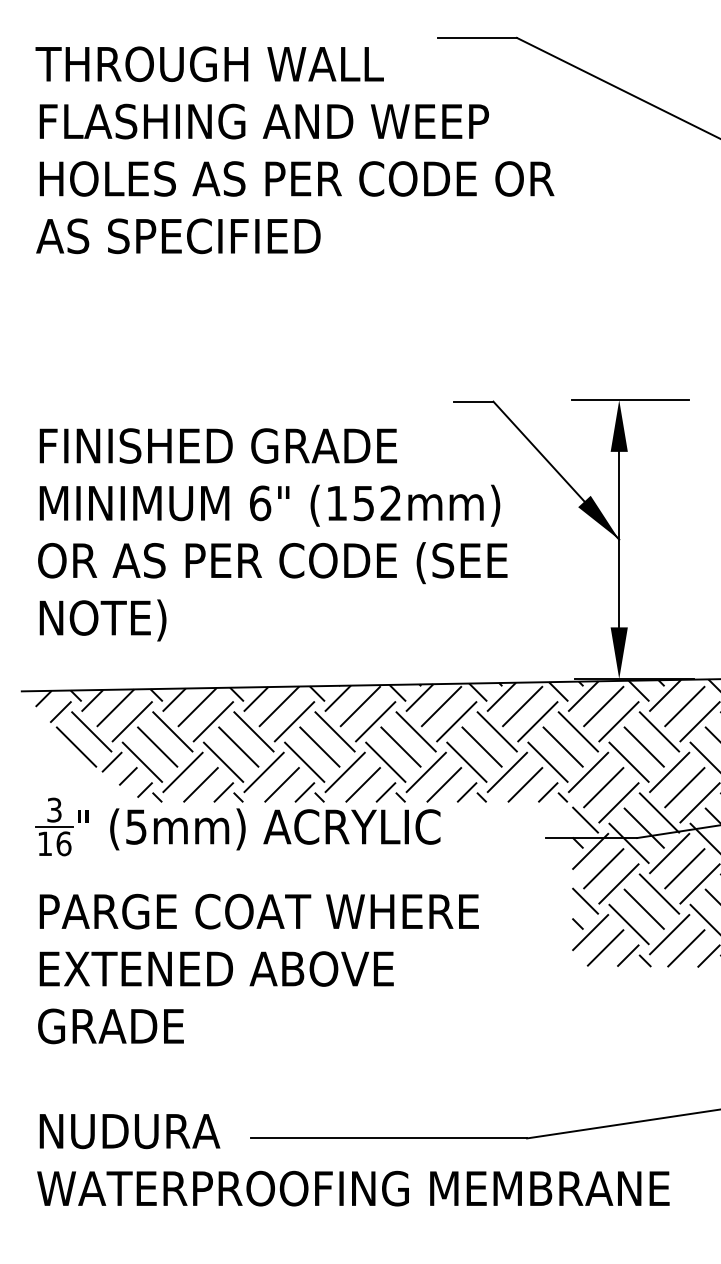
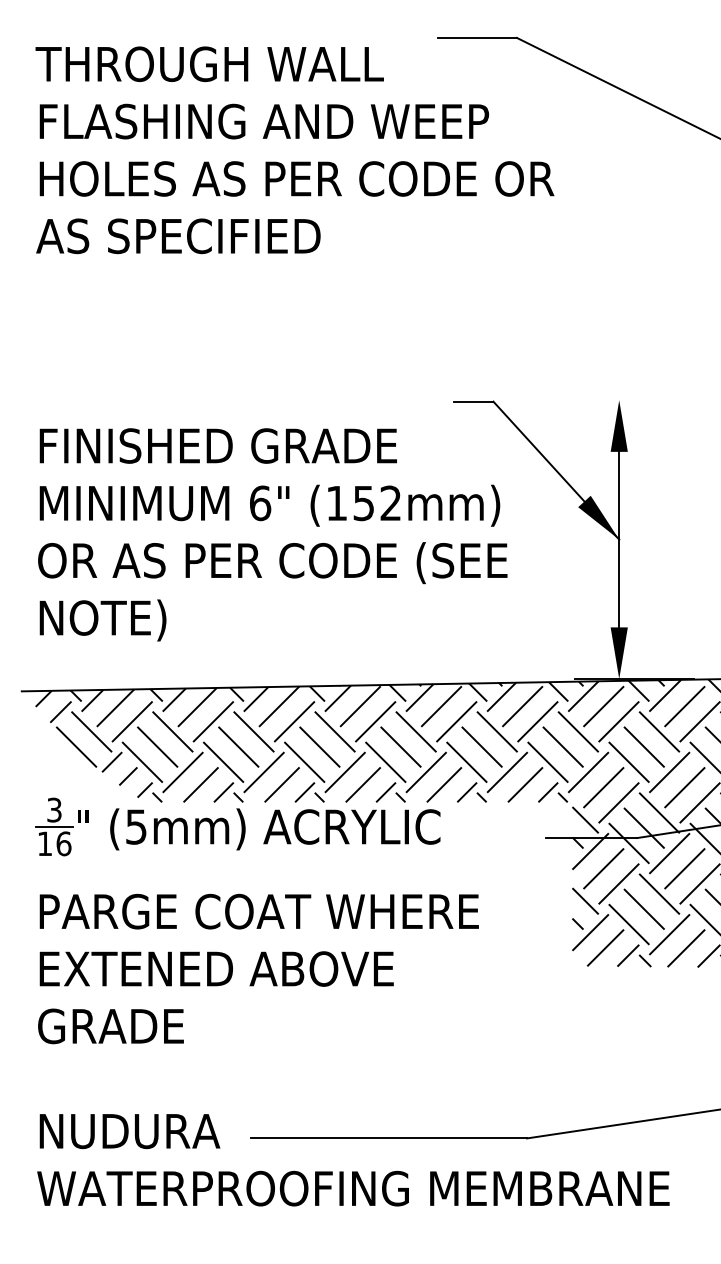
line at (630, 400): present -> none
